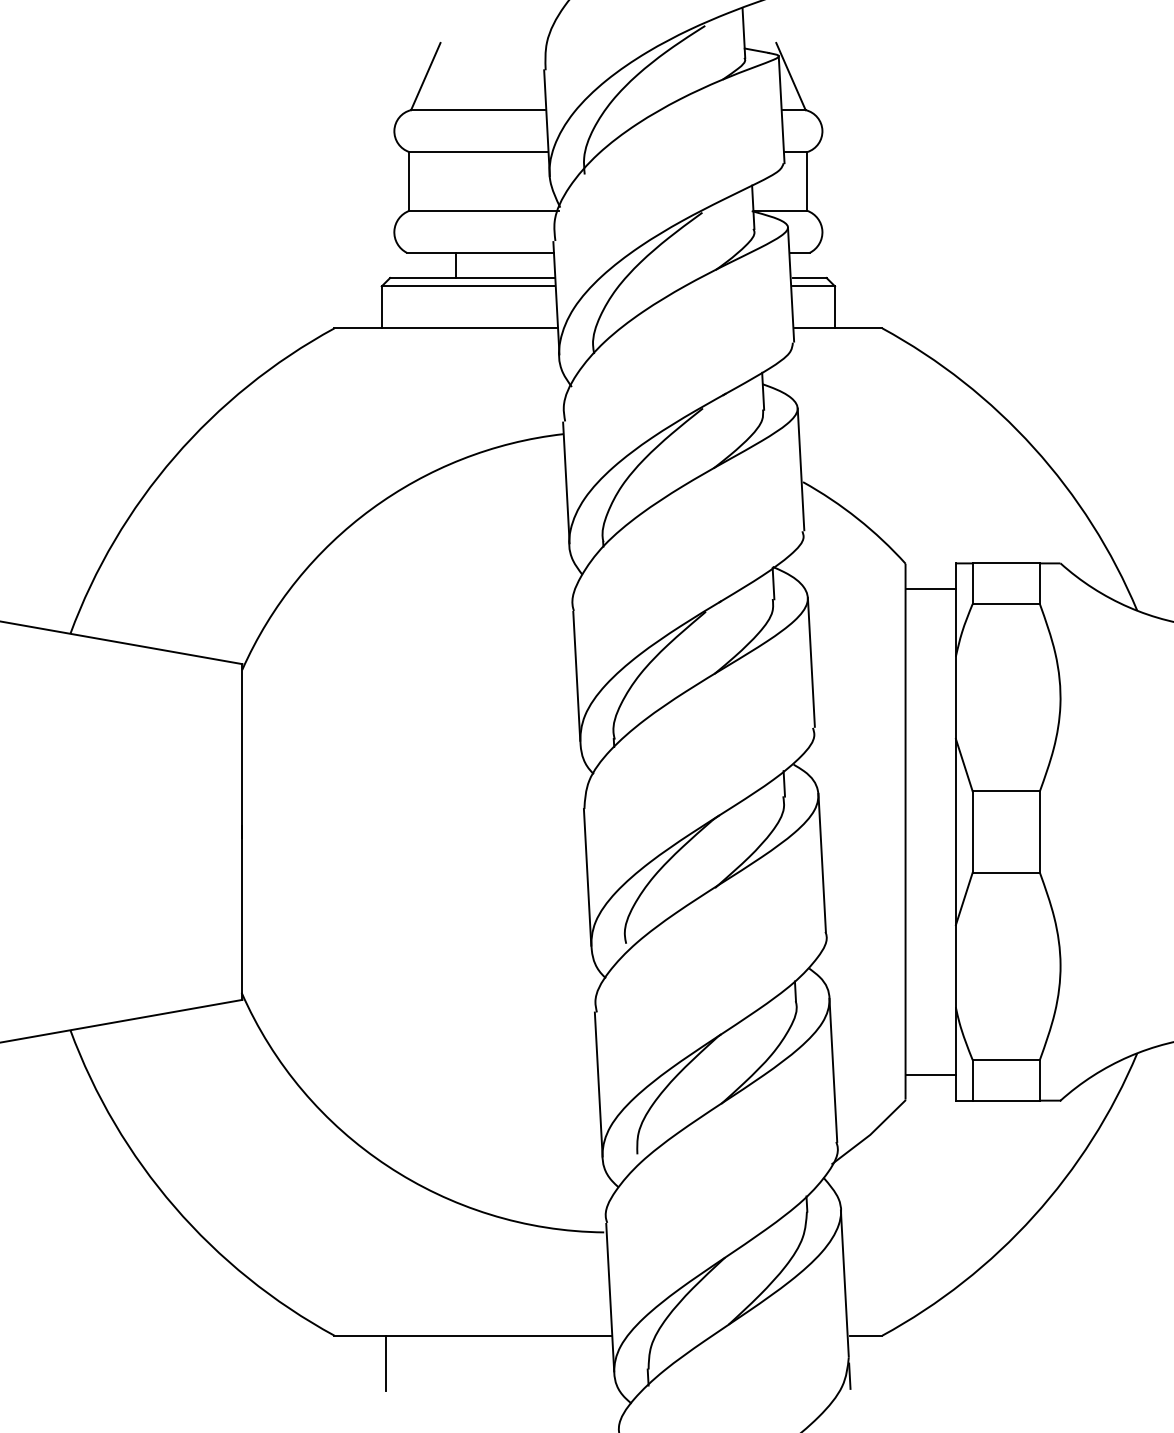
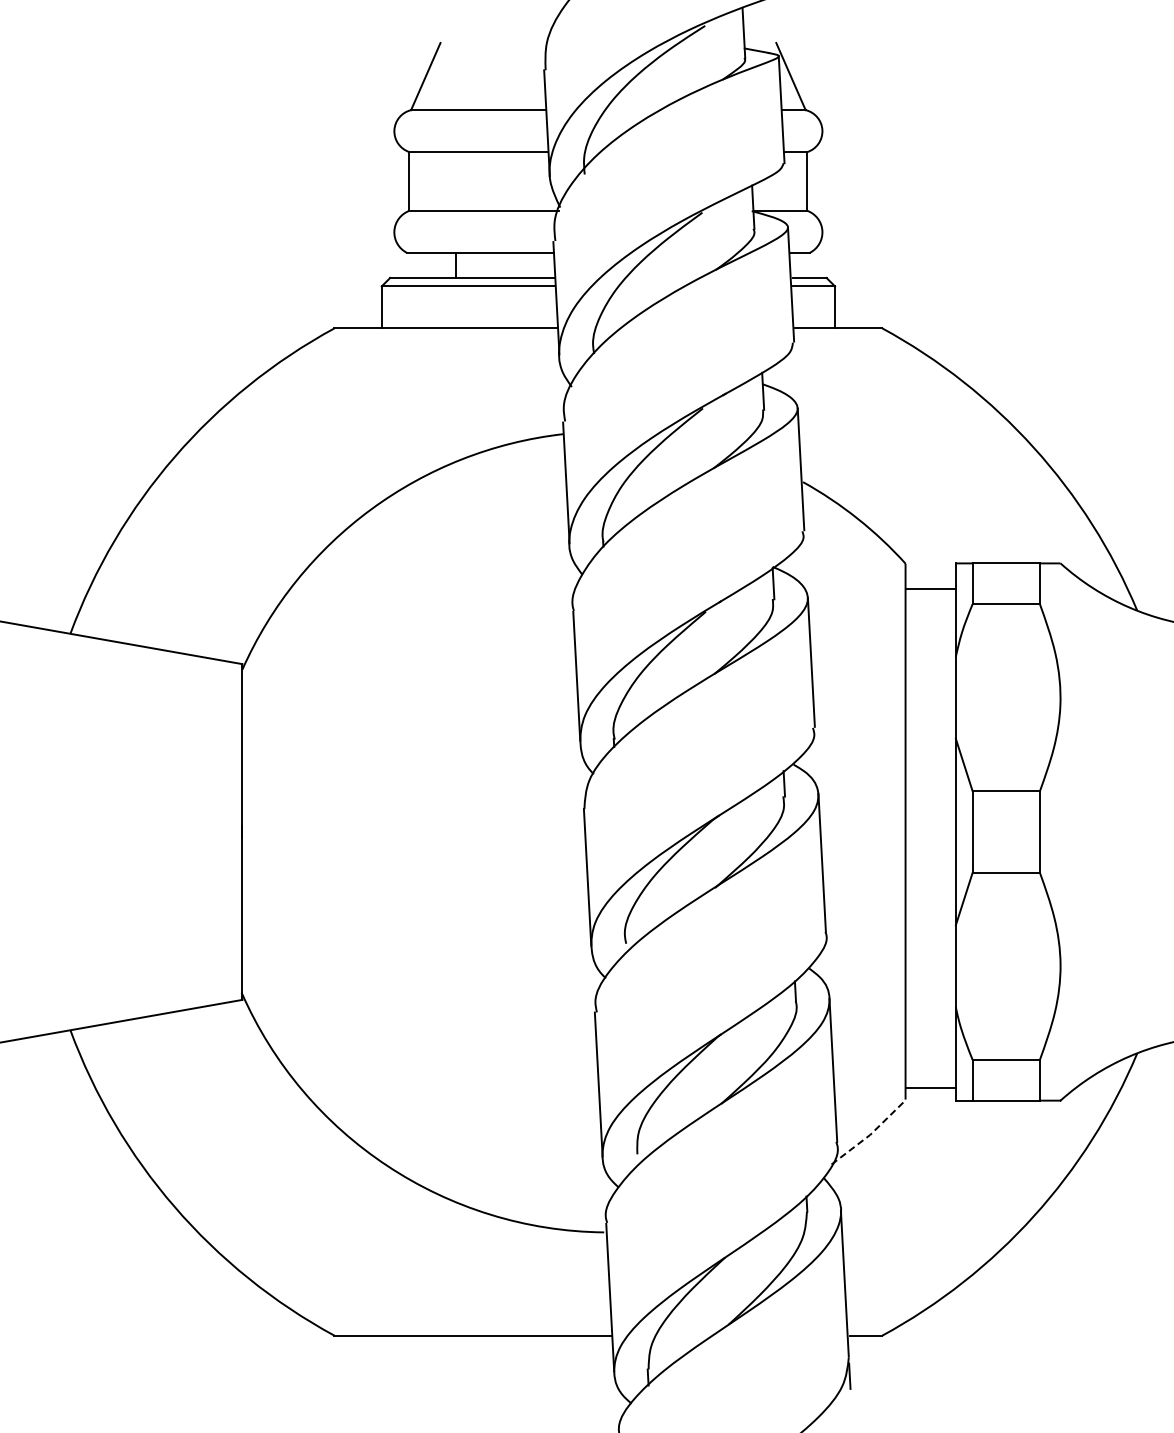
line at (930, 1075) position: (930, 1075) -> (930, 1088)
line at (870, 1134): solid -> dashed
line at (385, 1363): present -> none
